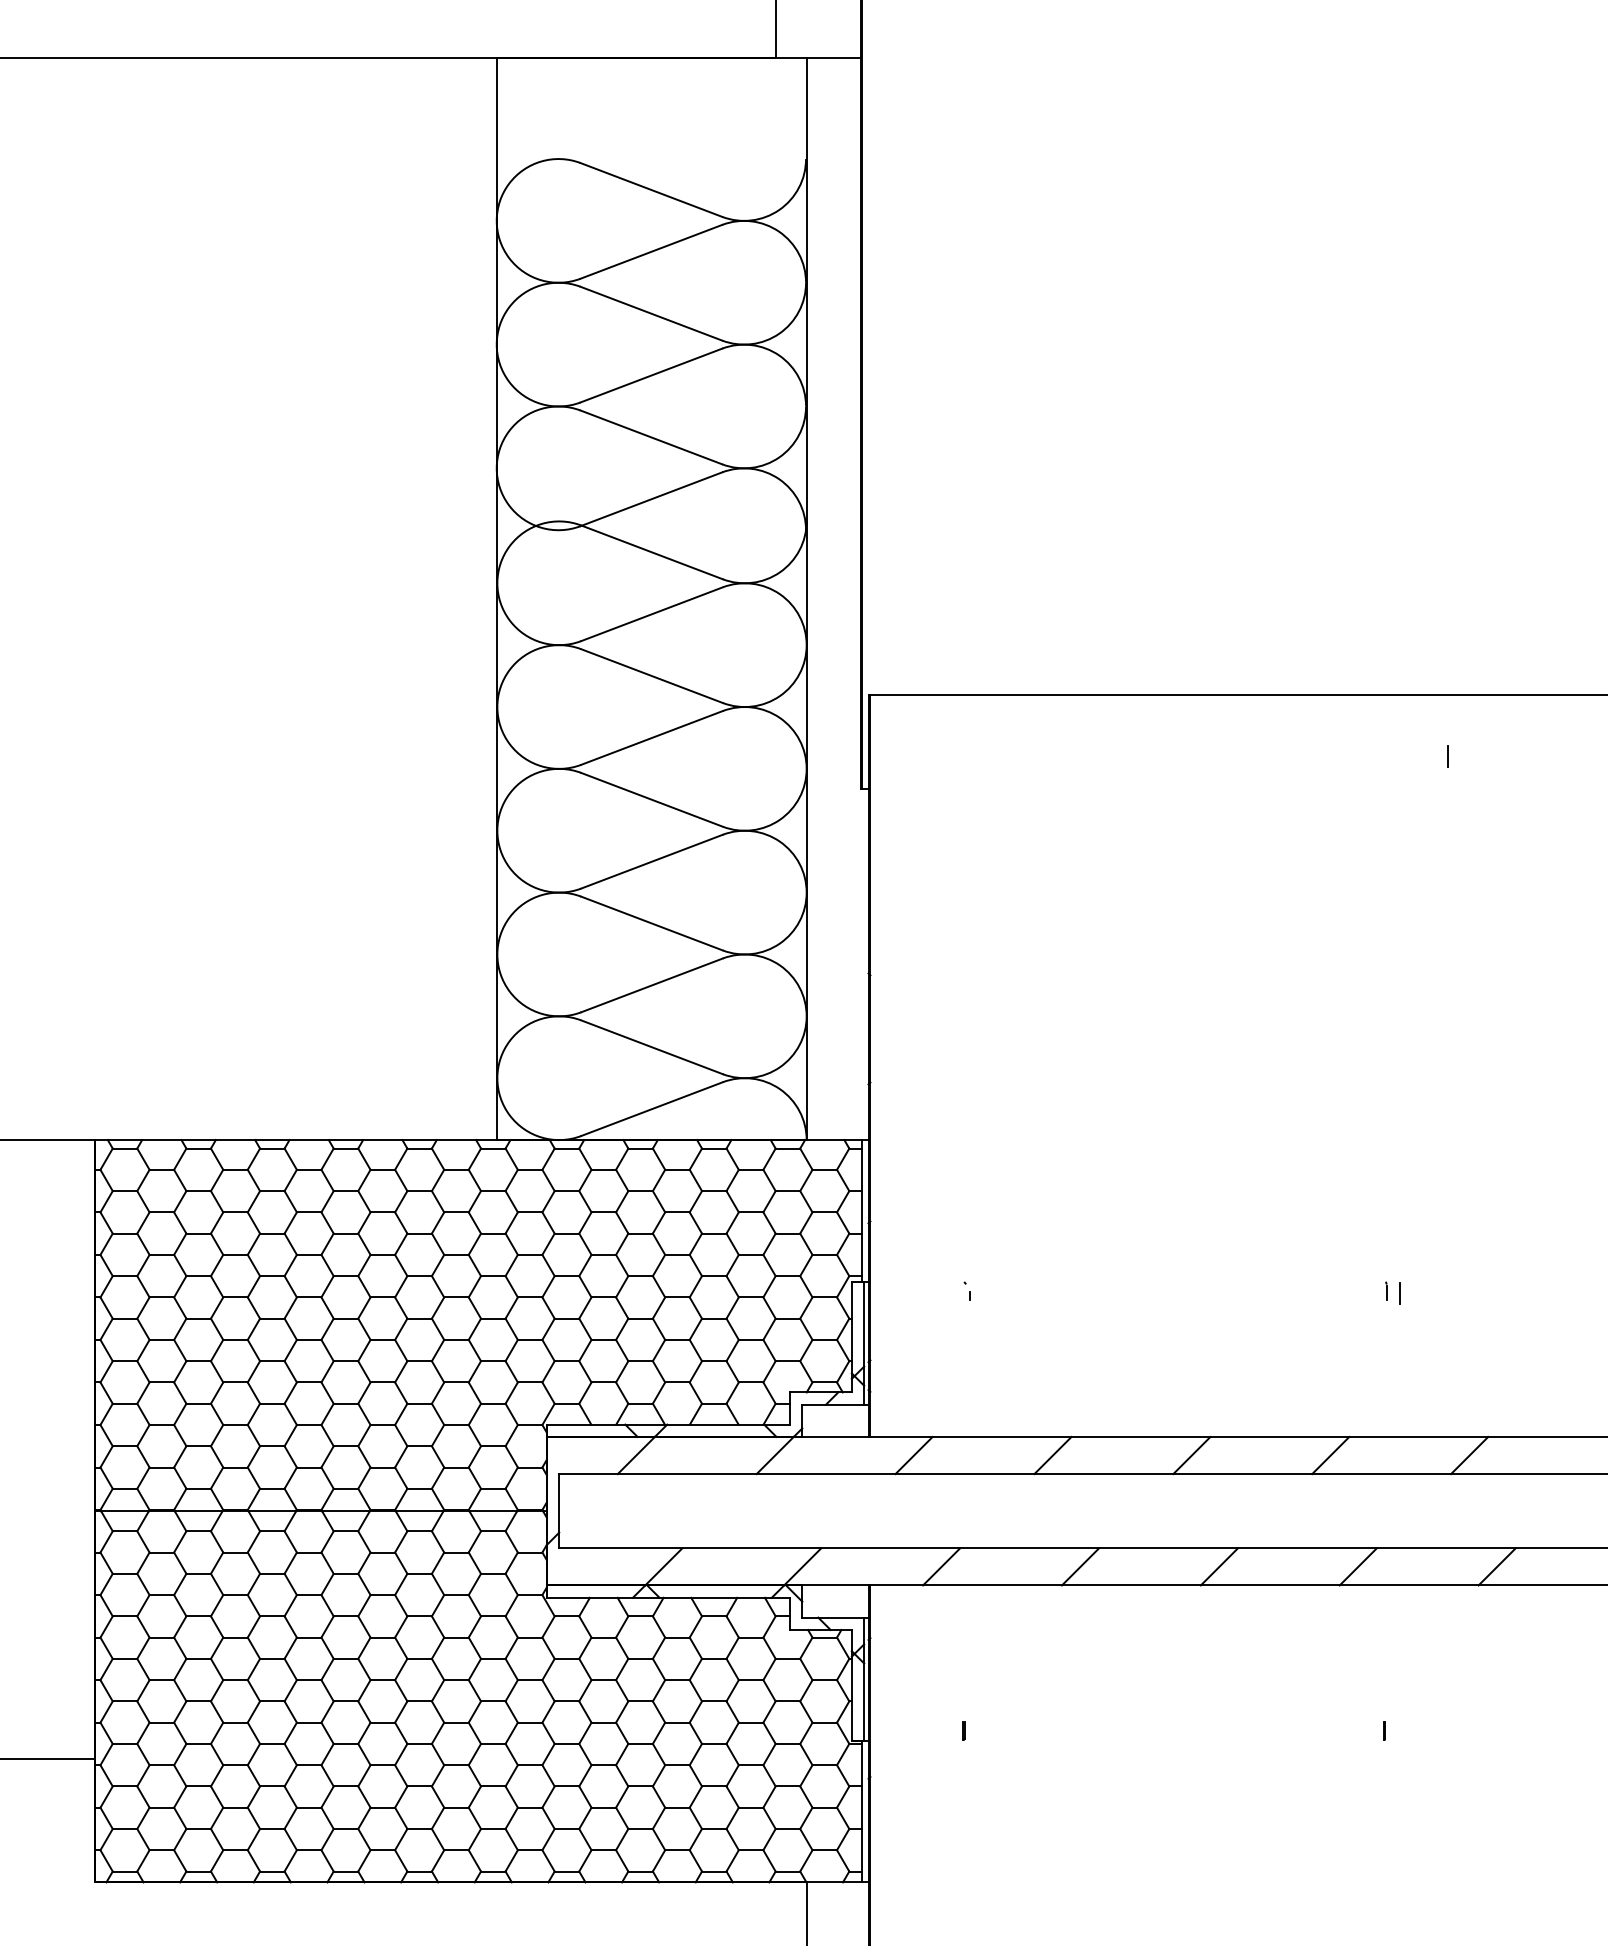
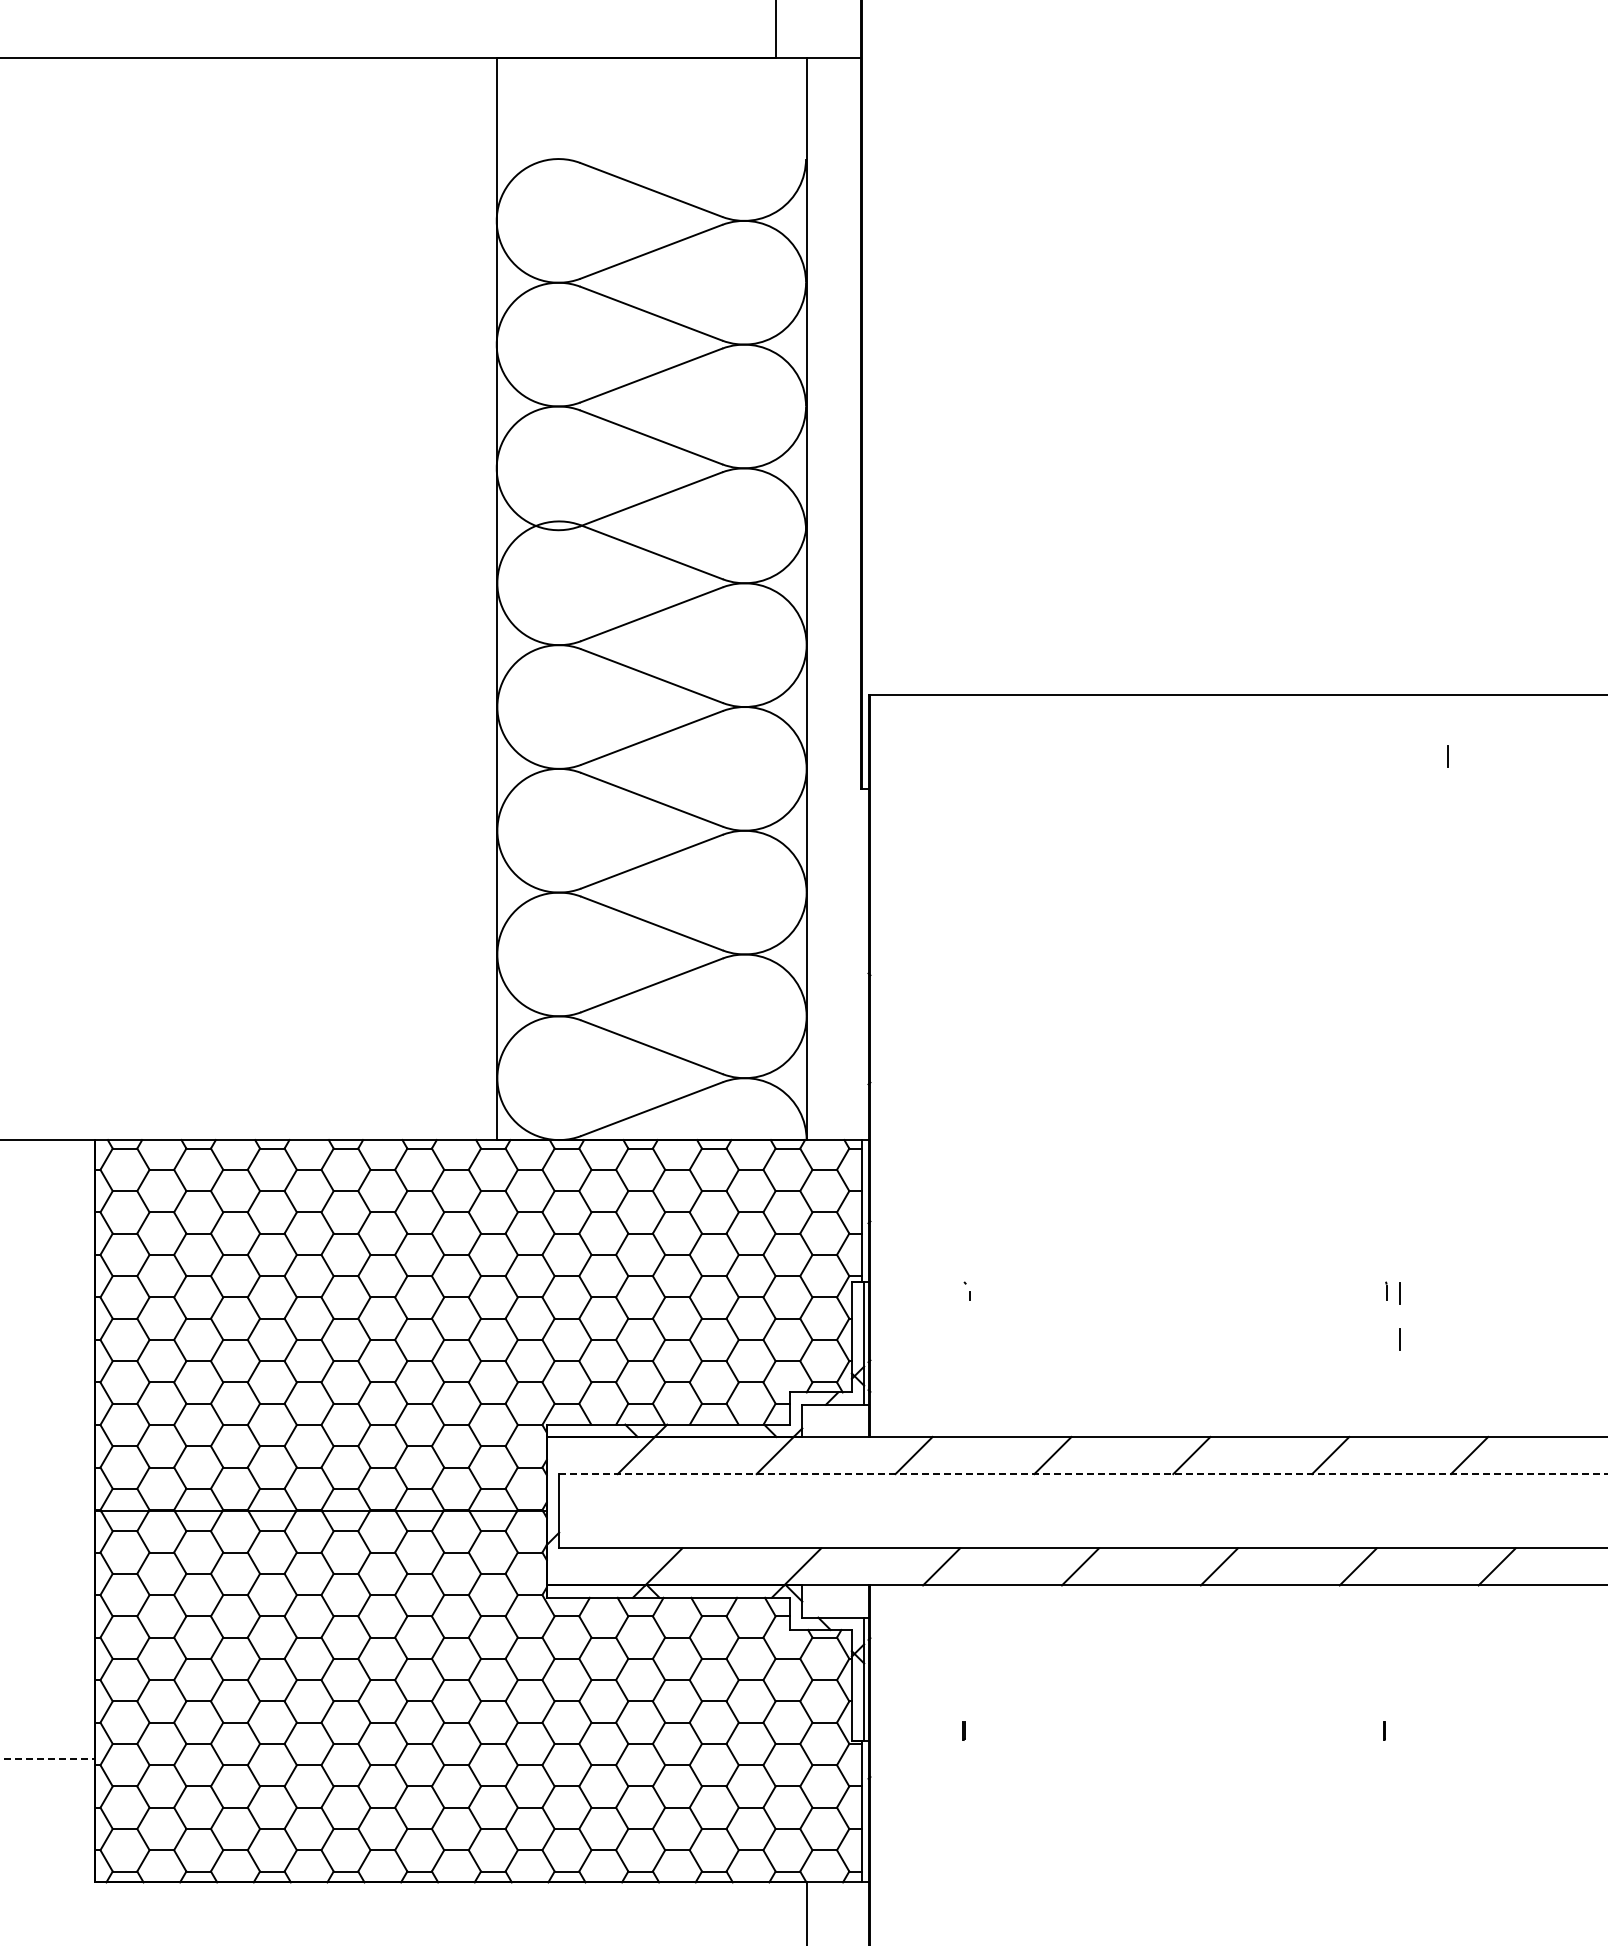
line at (1399, 1339): none -> present
line at (1083, 1474): solid -> dashed
line at (48, 1758): solid -> dashed
